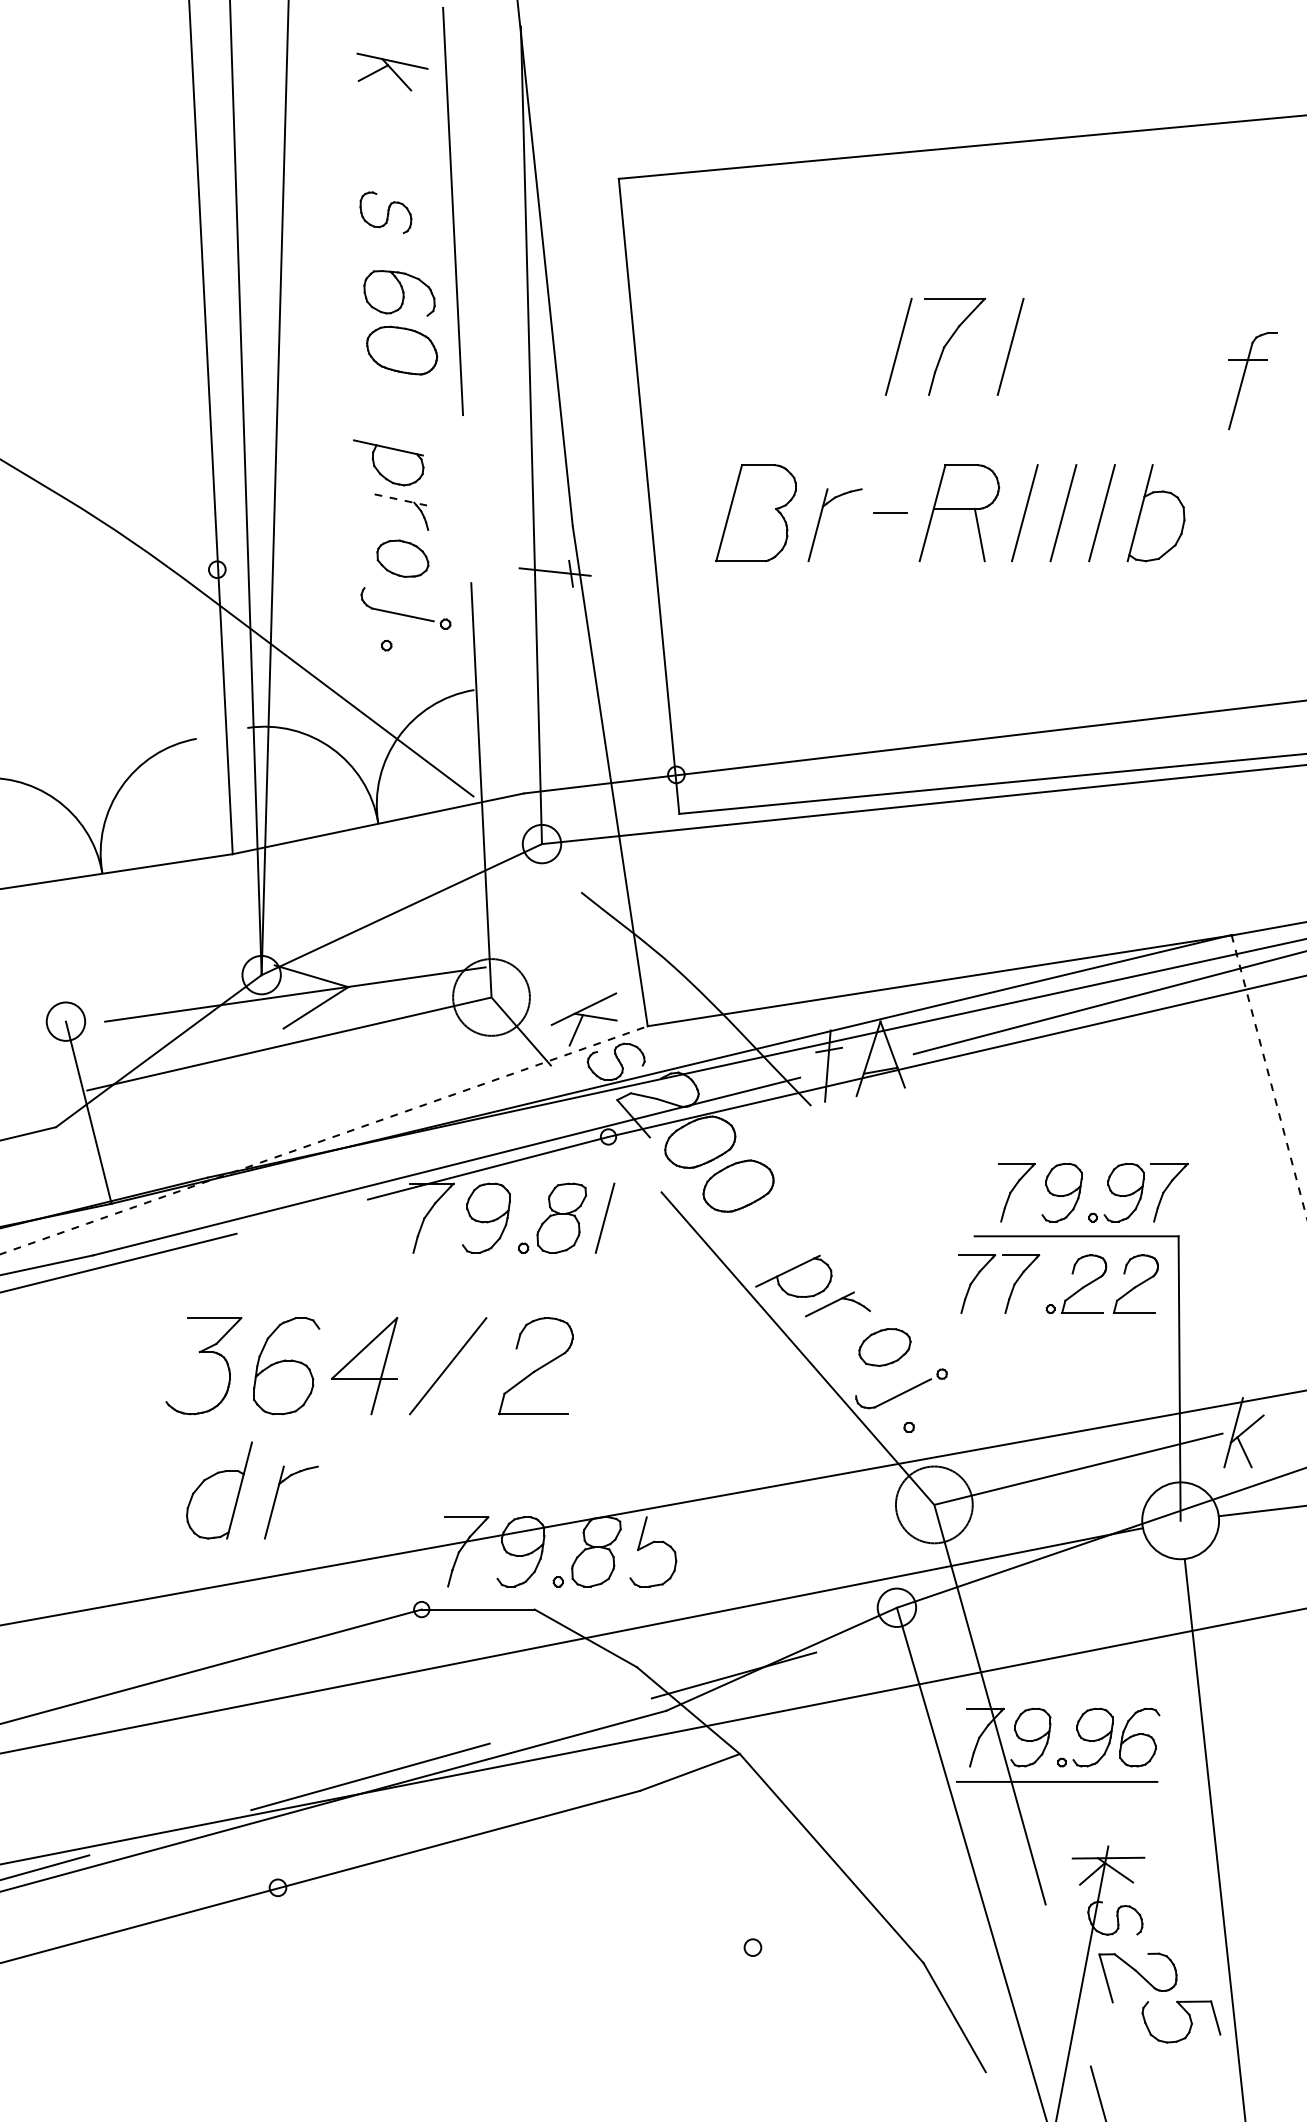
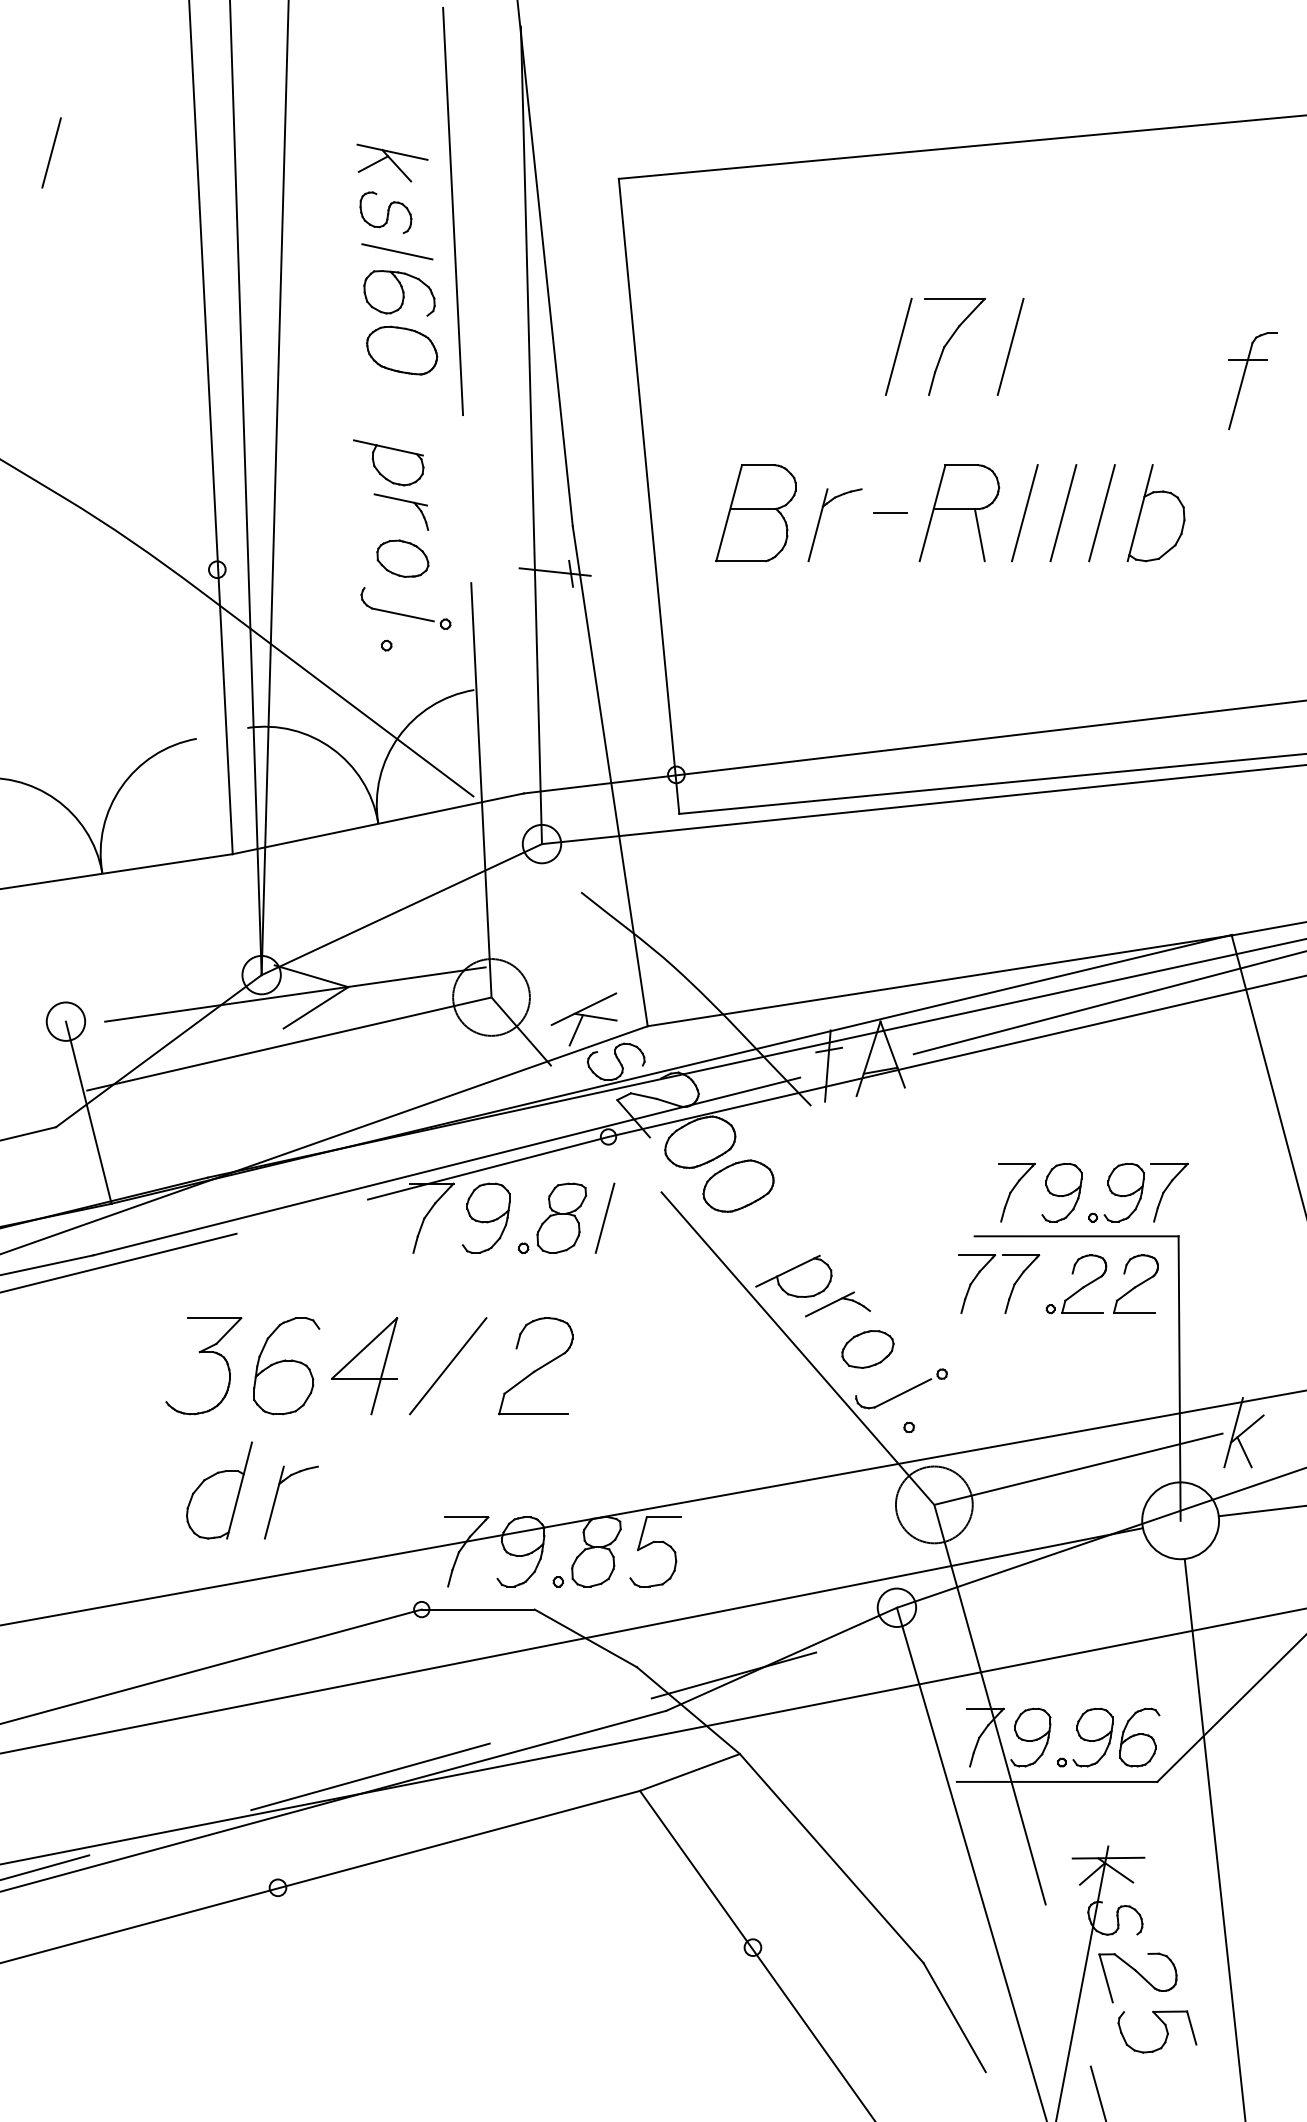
part at (392, 71) position: (392, 71) -> (392, 162)
line at (51, 152): none -> present
line at (397, 251): none -> present
line at (400, 499): dashed -> solid
line at (753, 508): none -> present
line at (1269, 1076): dashed -> solid
line at (324, 1140): dashed -> solid
part at (884, 1347) position: (884, 1347) -> (867, 1349)
line at (663, 1517): none -> present
line at (1230, 1709): none -> present
line at (756, 1954): none -> present
part at (1189, 2019) position: (1189, 2019) -> (1165, 2029)
